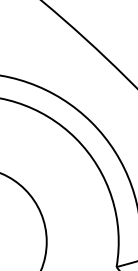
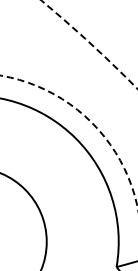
arc at (89, 42): solid -> dashed
arc at (89, 120): solid -> dashed
